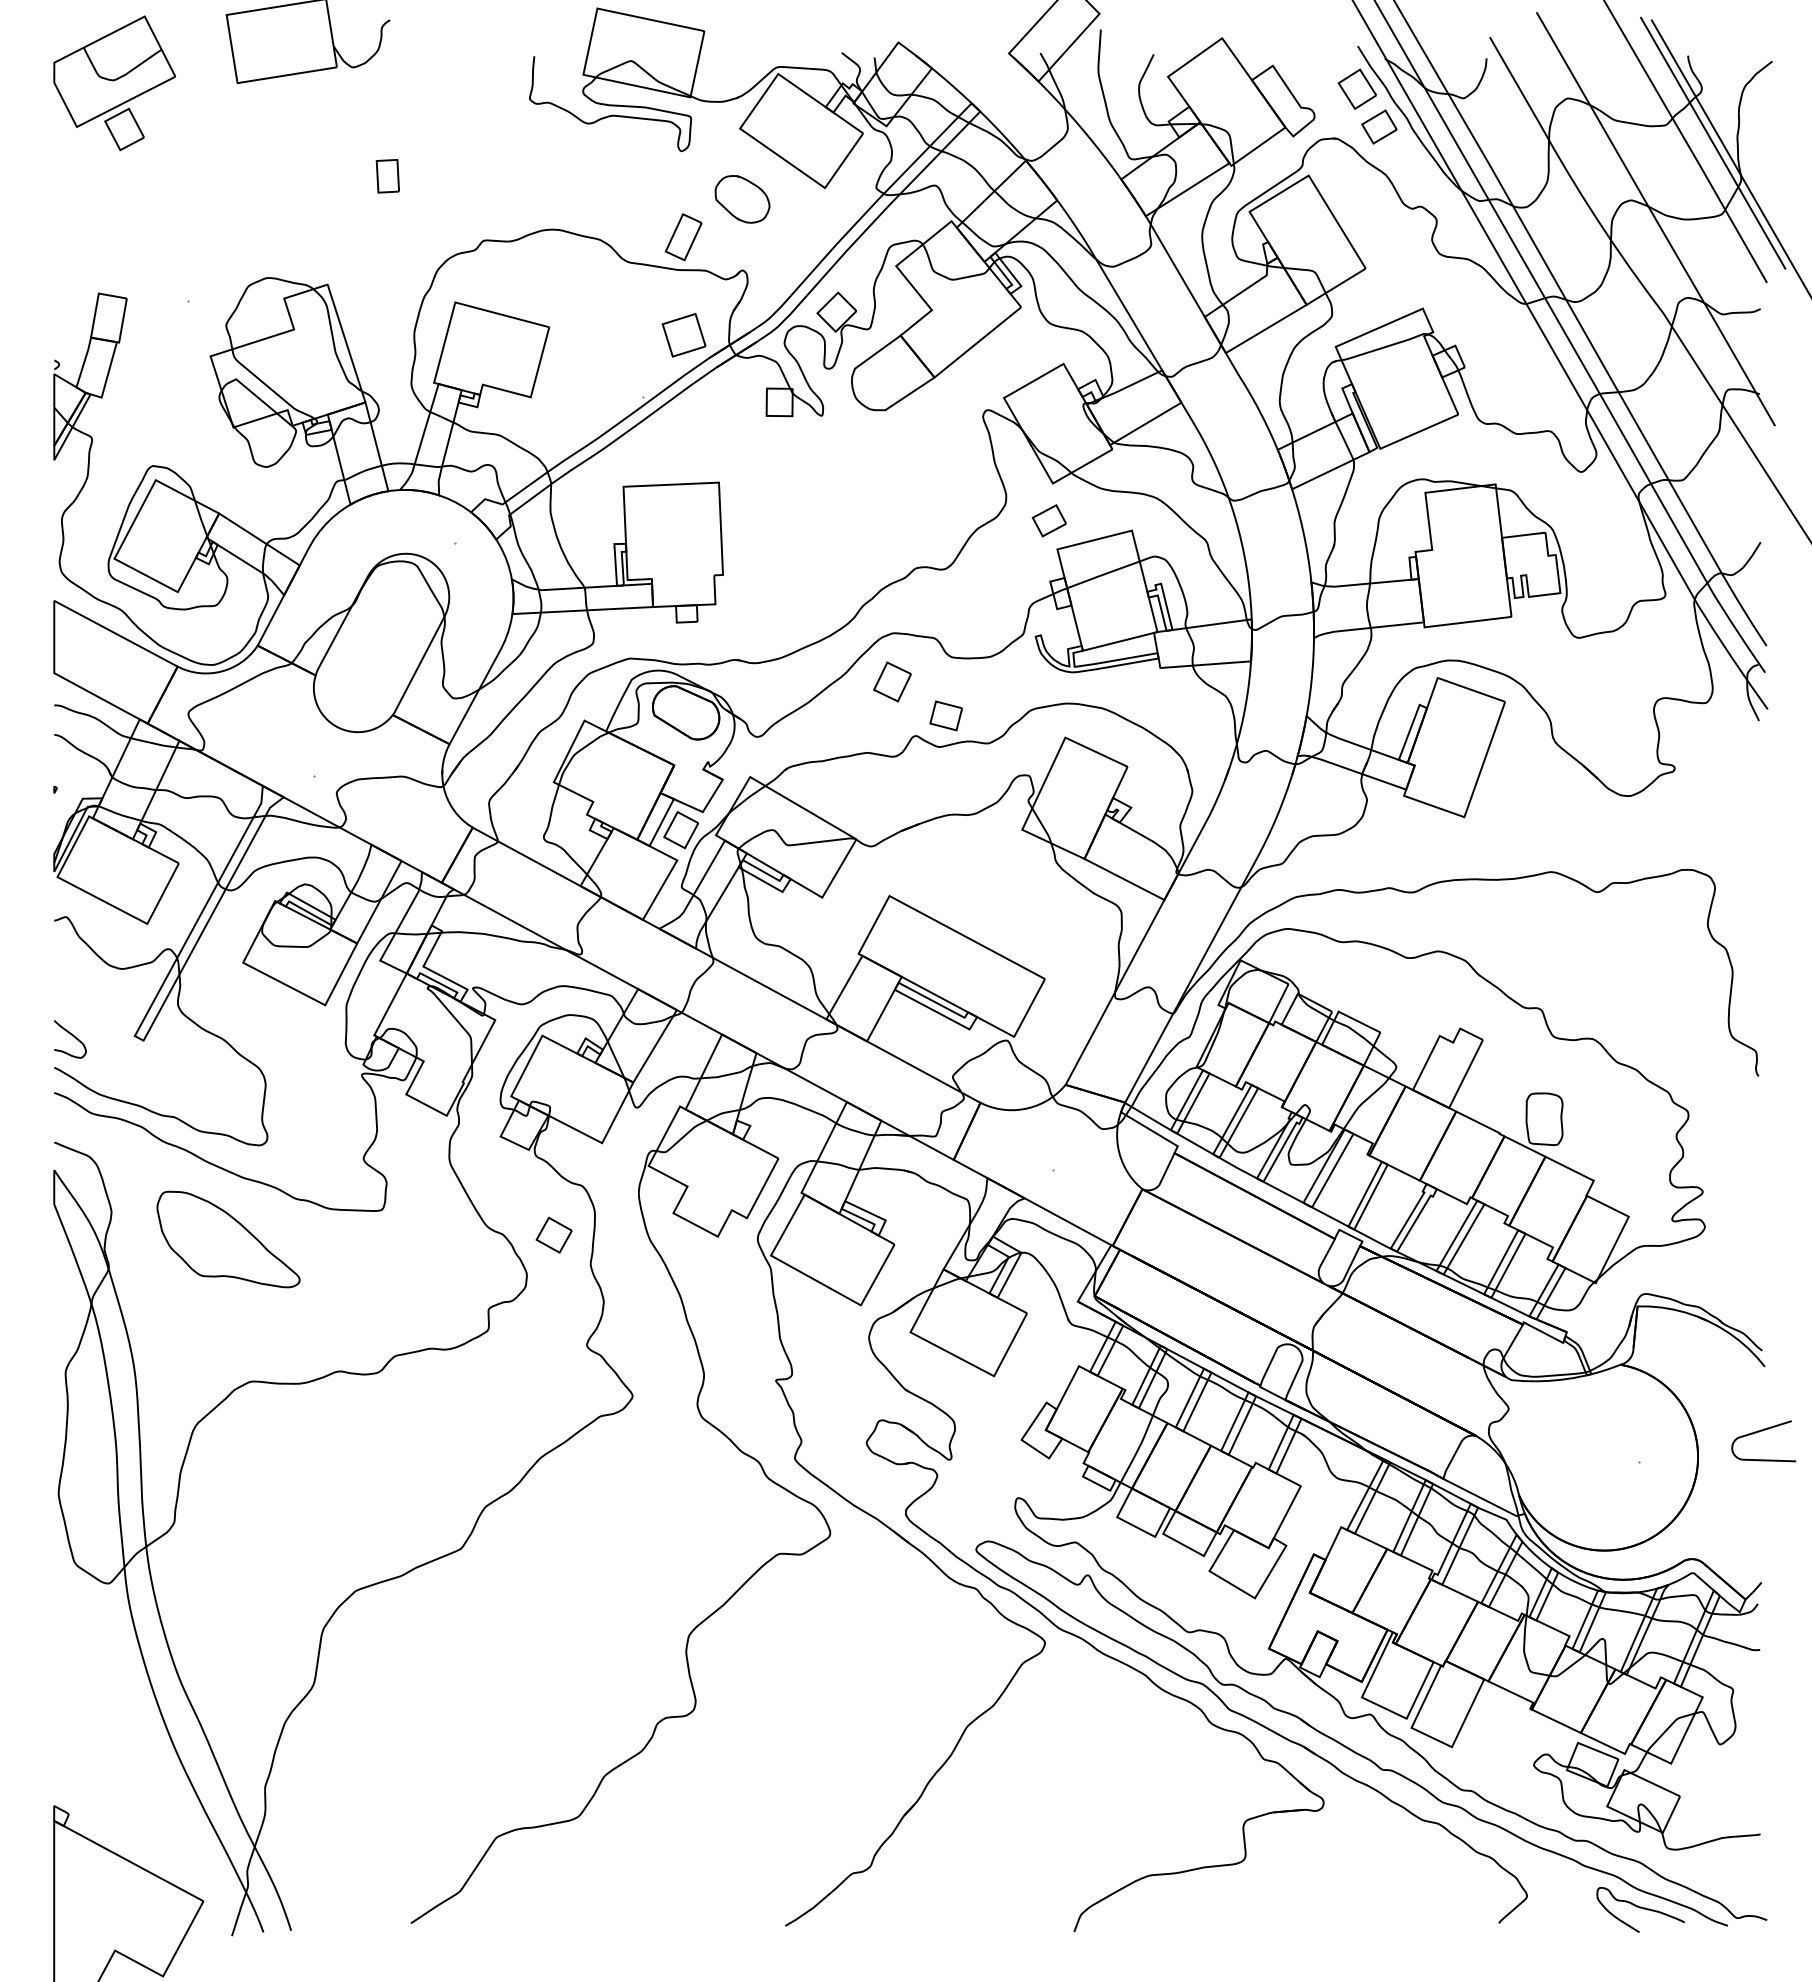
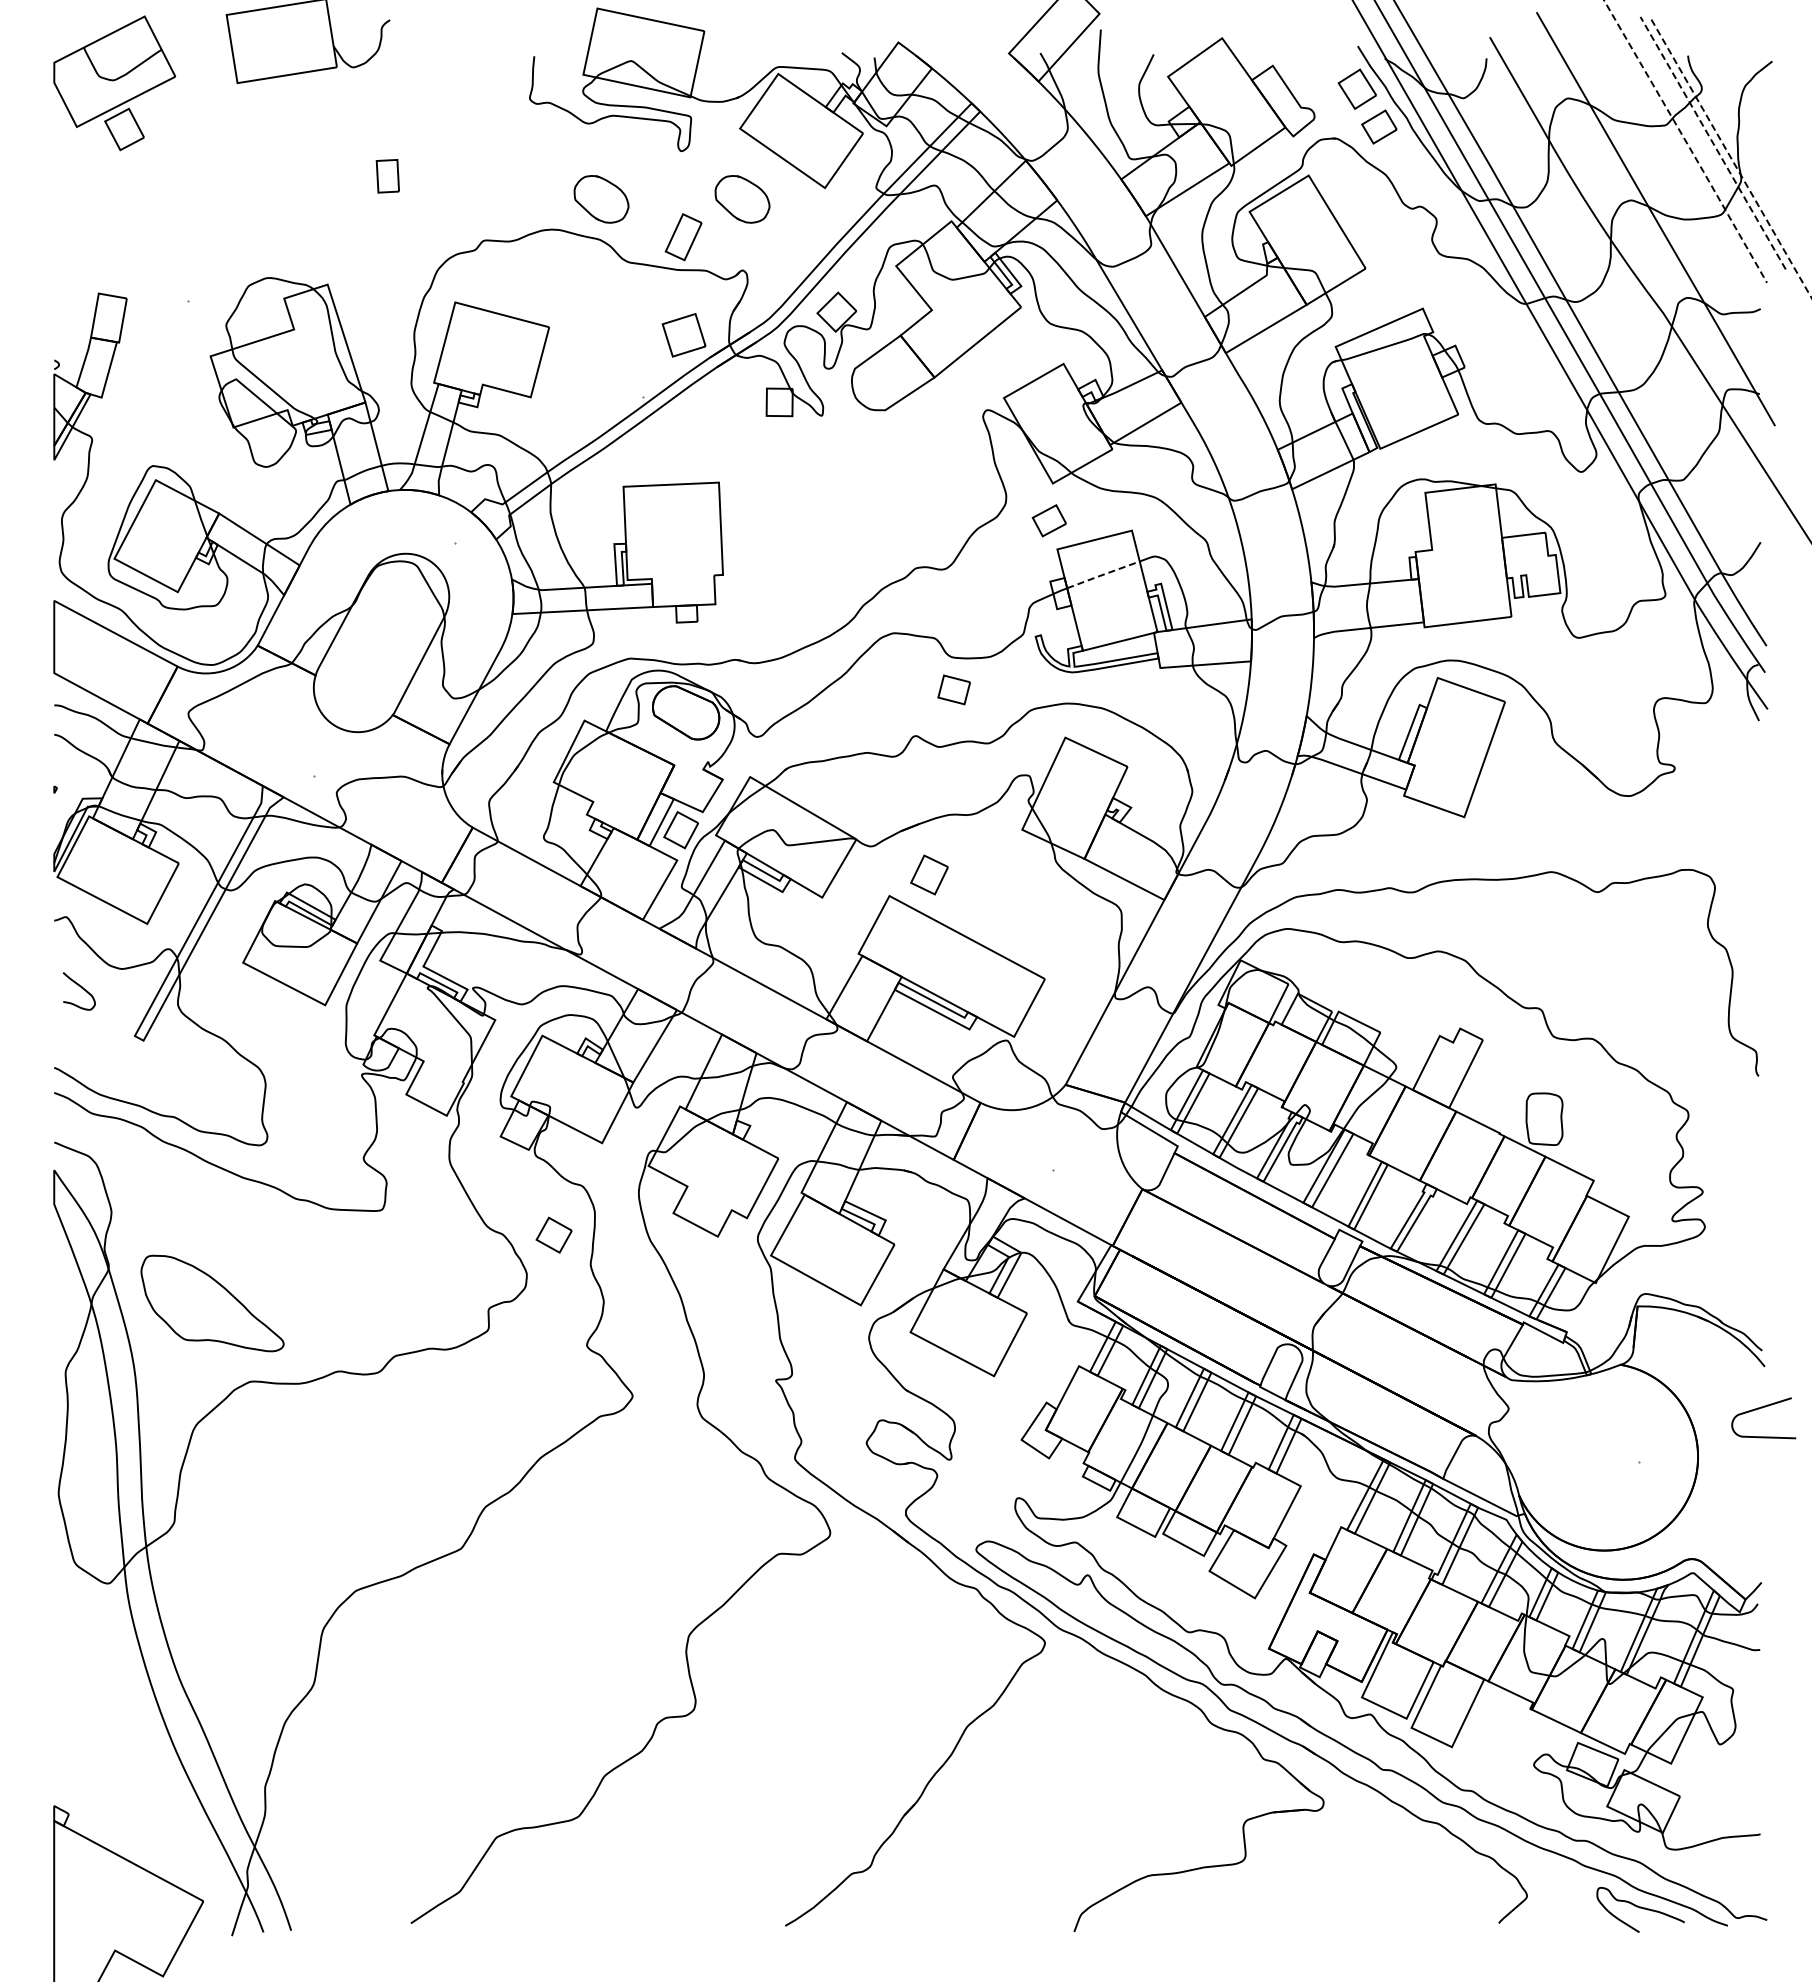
line at (1686, 142): solid -> dashed
line at (1712, 142): solid -> dashed
line at (1731, 158): solid -> dashed
part at (601, 199): none -> present
line at (1102, 574): solid -> dashed
part at (892, 681) position: (892, 681) -> (929, 874)
part at (945, 715) position: (945, 715) -> (953, 689)
curve at (72, 1036) position: (72, 1036) -> (81, 988)
part at (228, 1239) position: (228, 1239) -> (212, 1303)
curve at (1759, 1432) position: (1759, 1432) -> (1759, 1409)
